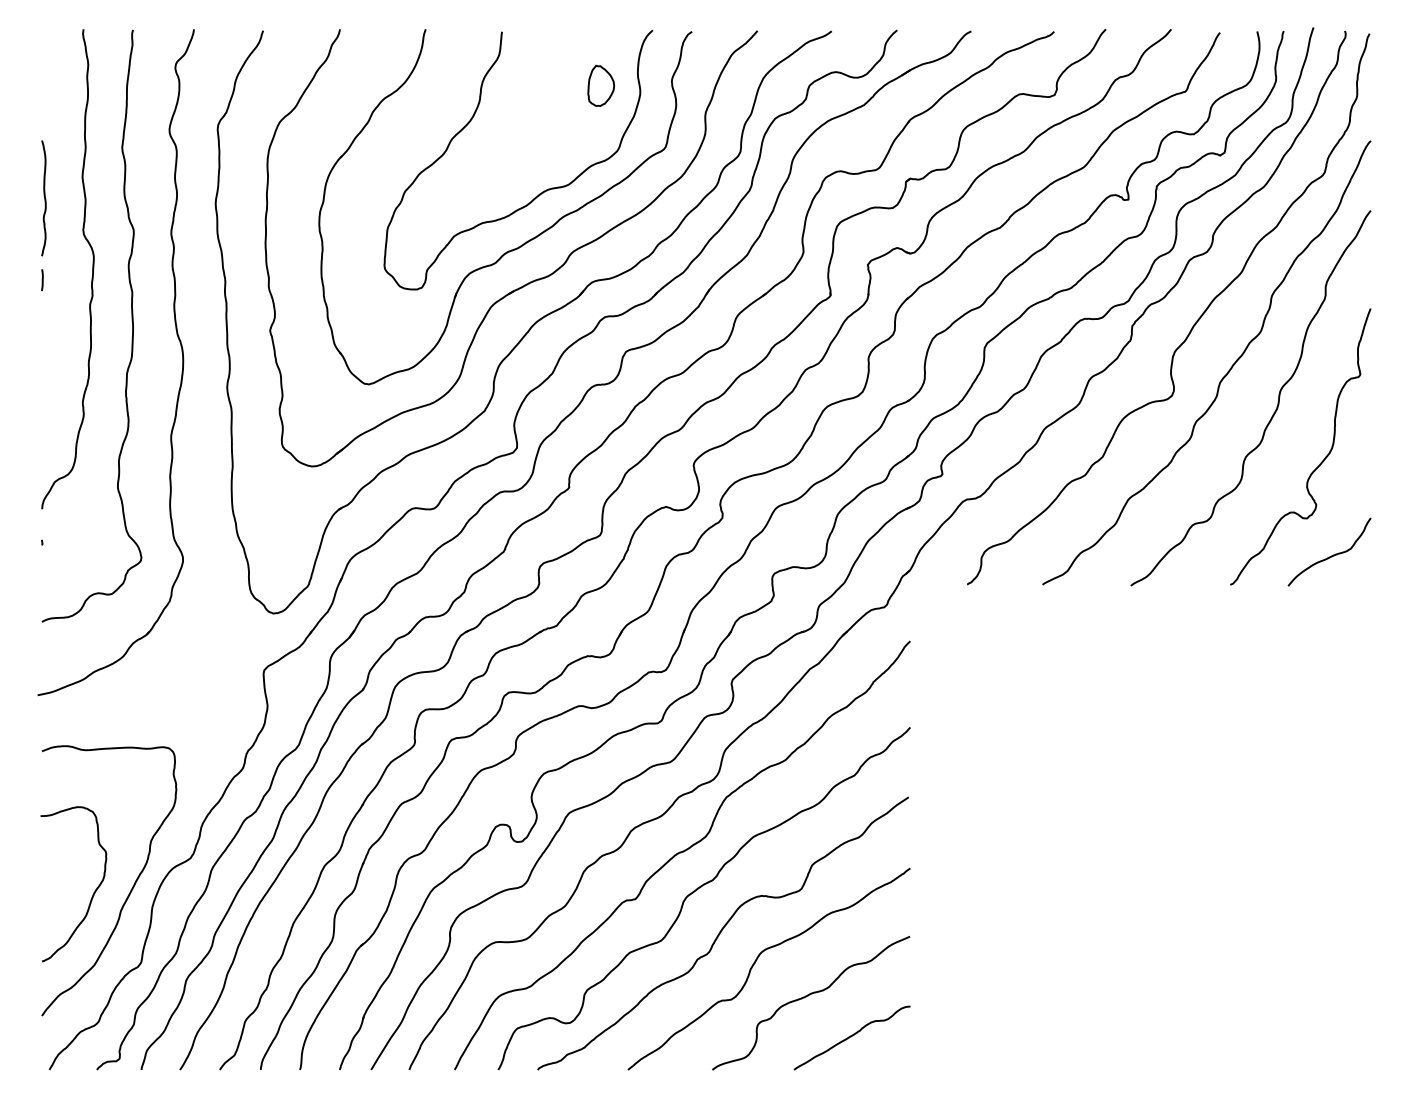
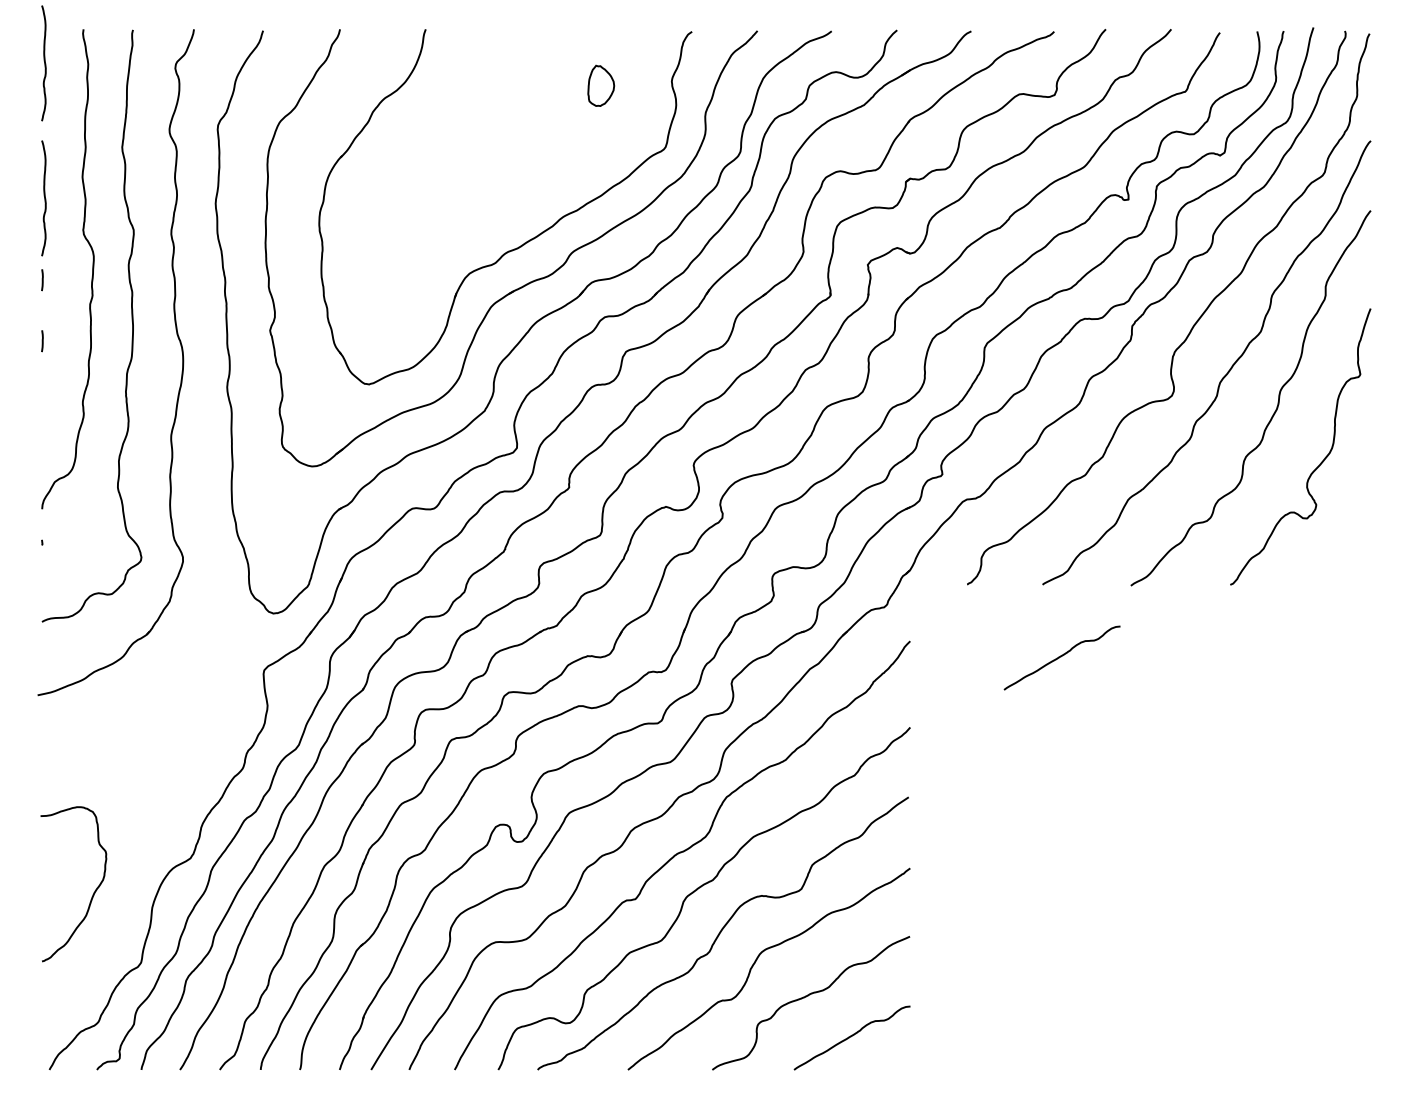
curve at (44, 63): none -> present
curve at (539, 193): present -> none
line at (42, 341): none -> present
curve at (1331, 555): present -> none
curve at (1061, 657): none -> present
curve at (130, 890): present -> none
